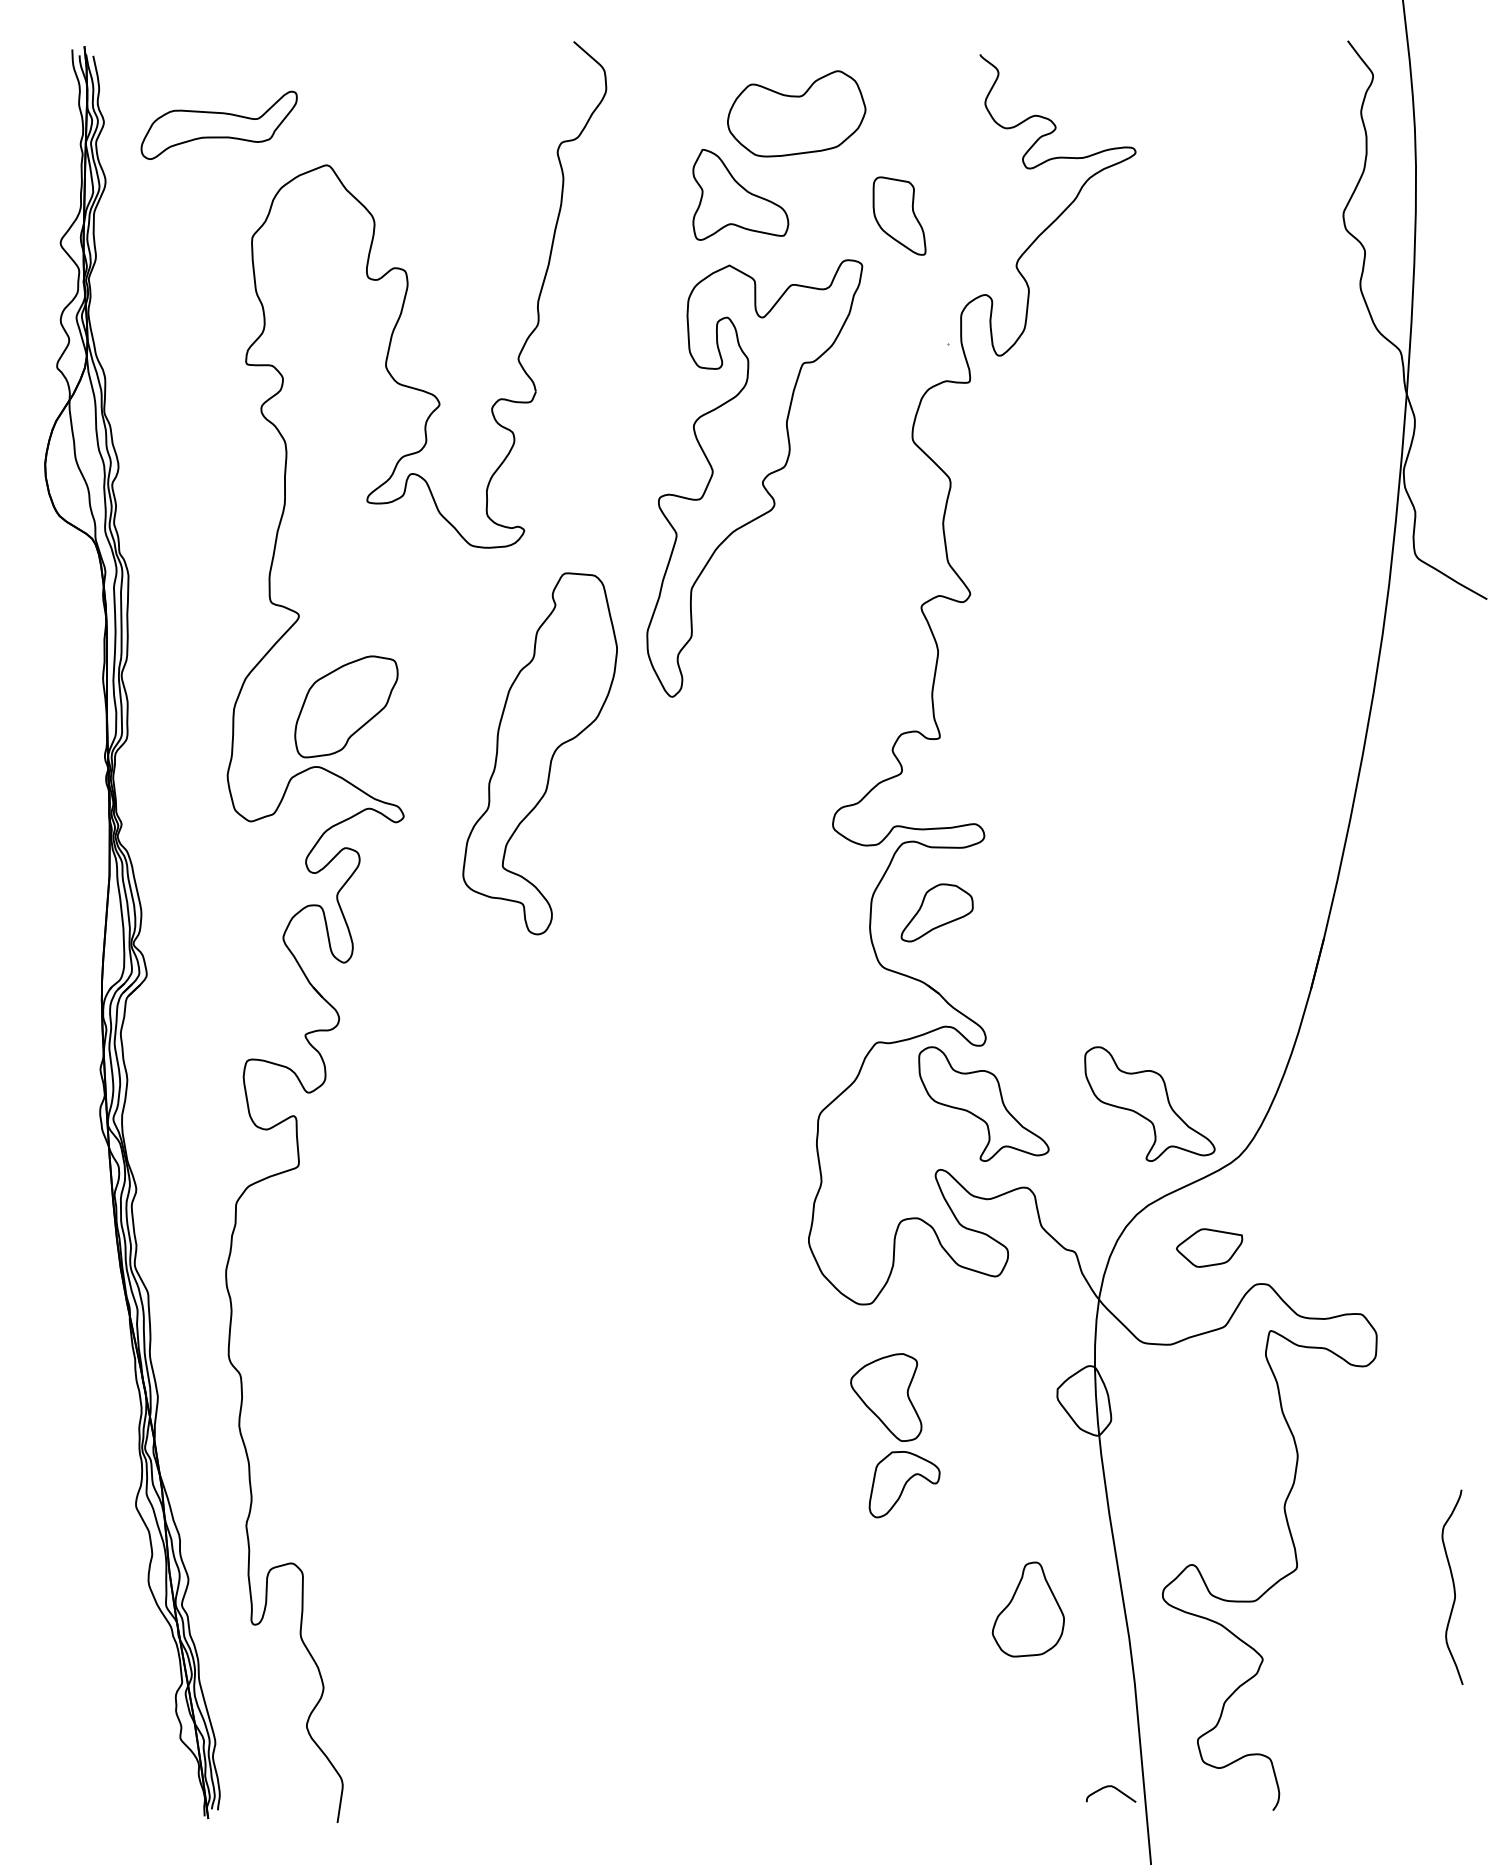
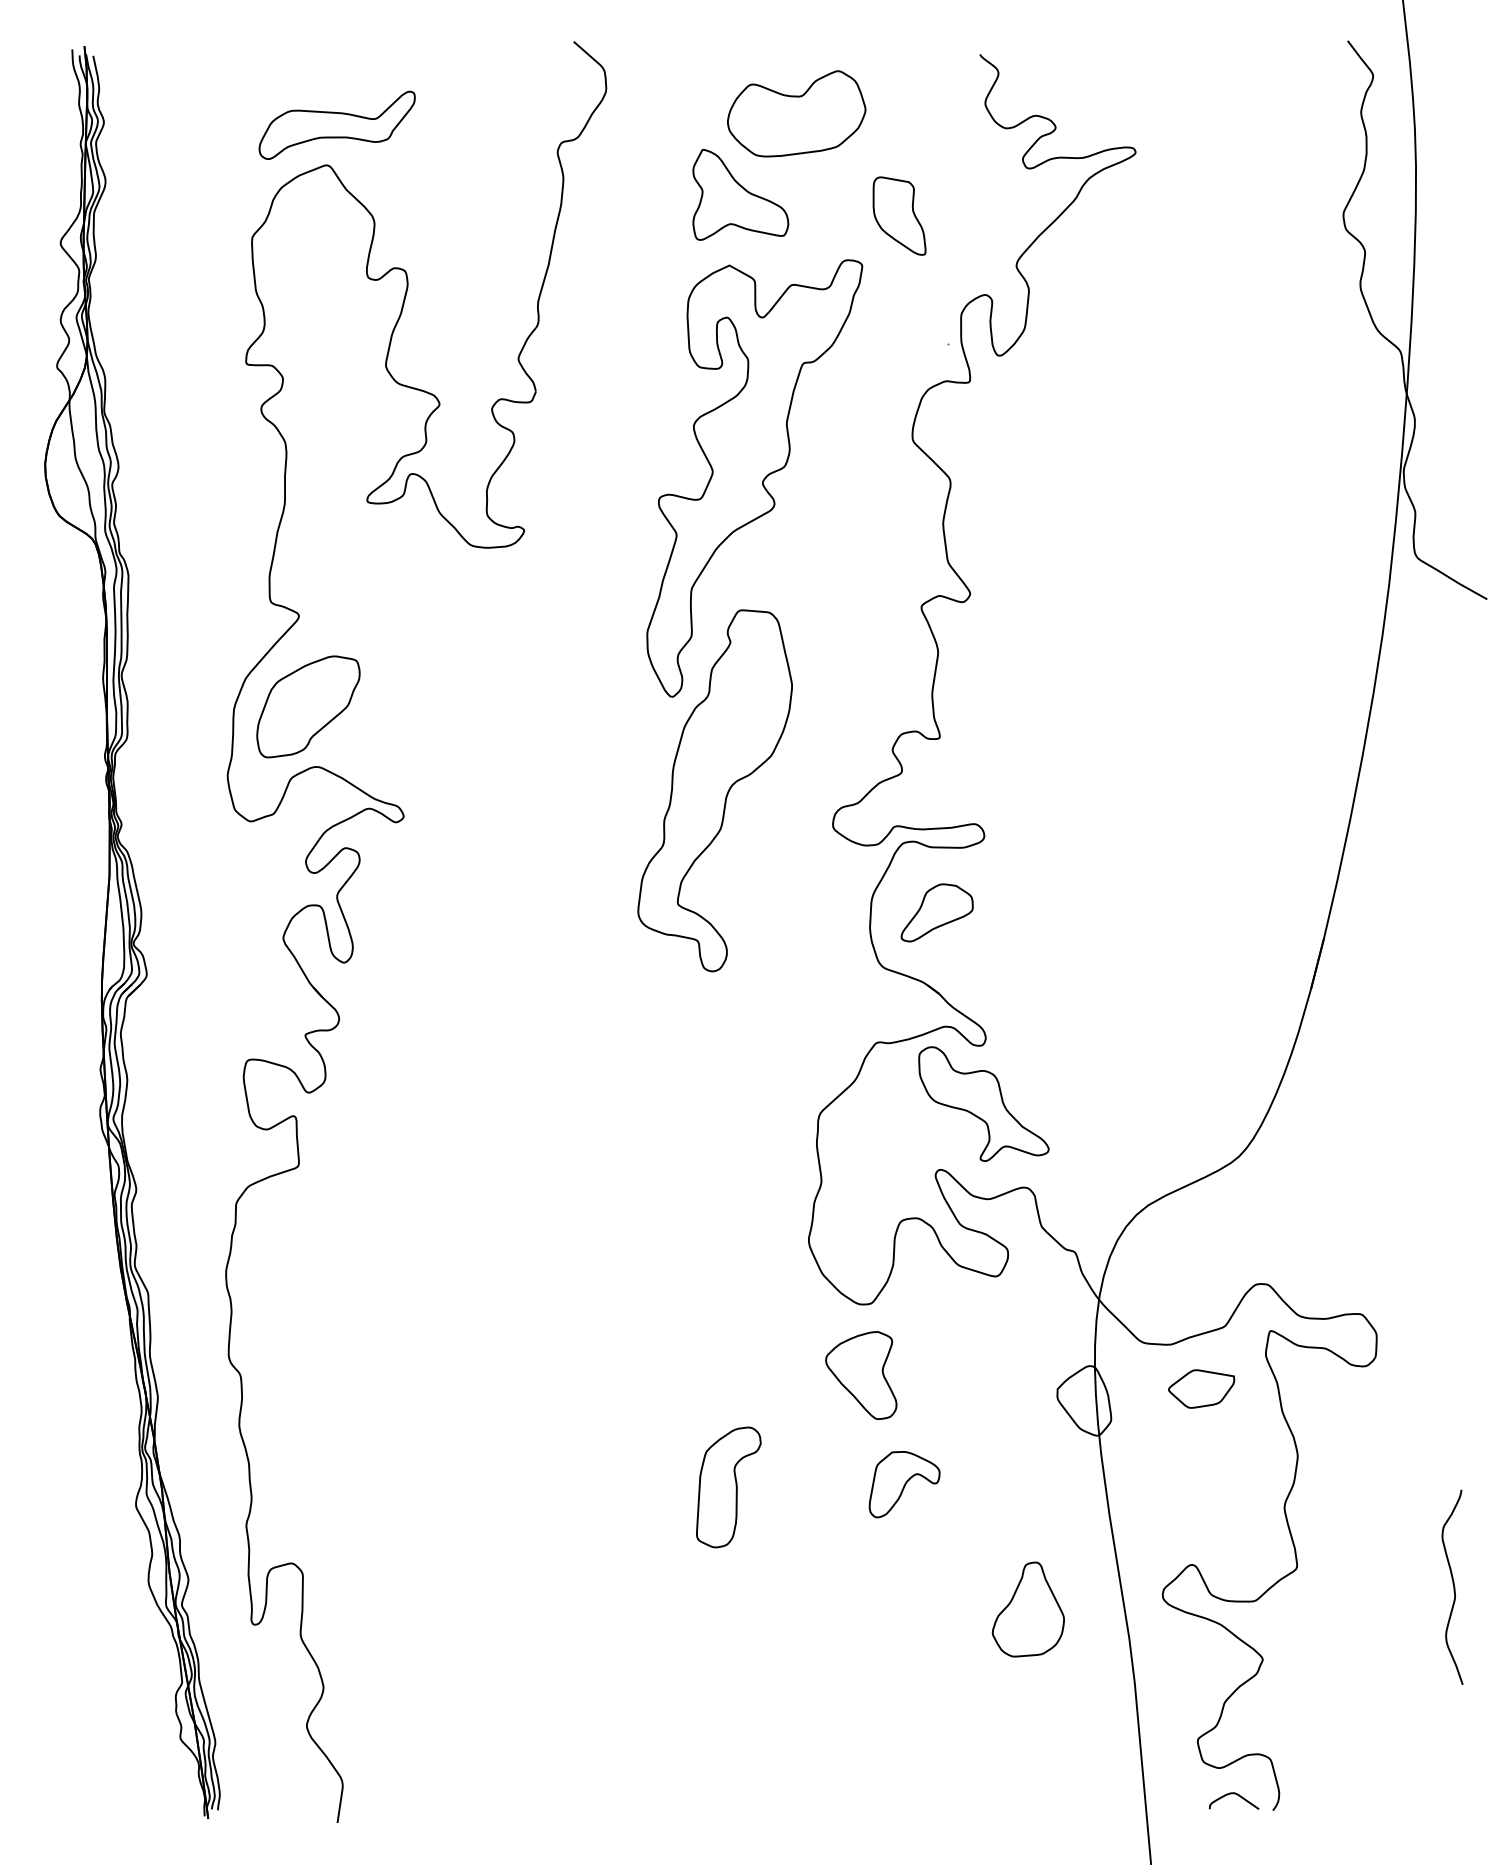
part at (218, 124) position: (218, 124) -> (336, 124)
part at (346, 706) position: (346, 706) -> (308, 706)
part at (539, 753) position: (539, 753) -> (714, 790)
part at (1149, 1103): present -> none
part at (1209, 1247) position: (1209, 1247) -> (1201, 1388)
part at (886, 1397) position: (886, 1397) -> (861, 1375)
part at (728, 1487): none -> present
curve at (1115, 1789) position: (1115, 1789) -> (1238, 1796)
